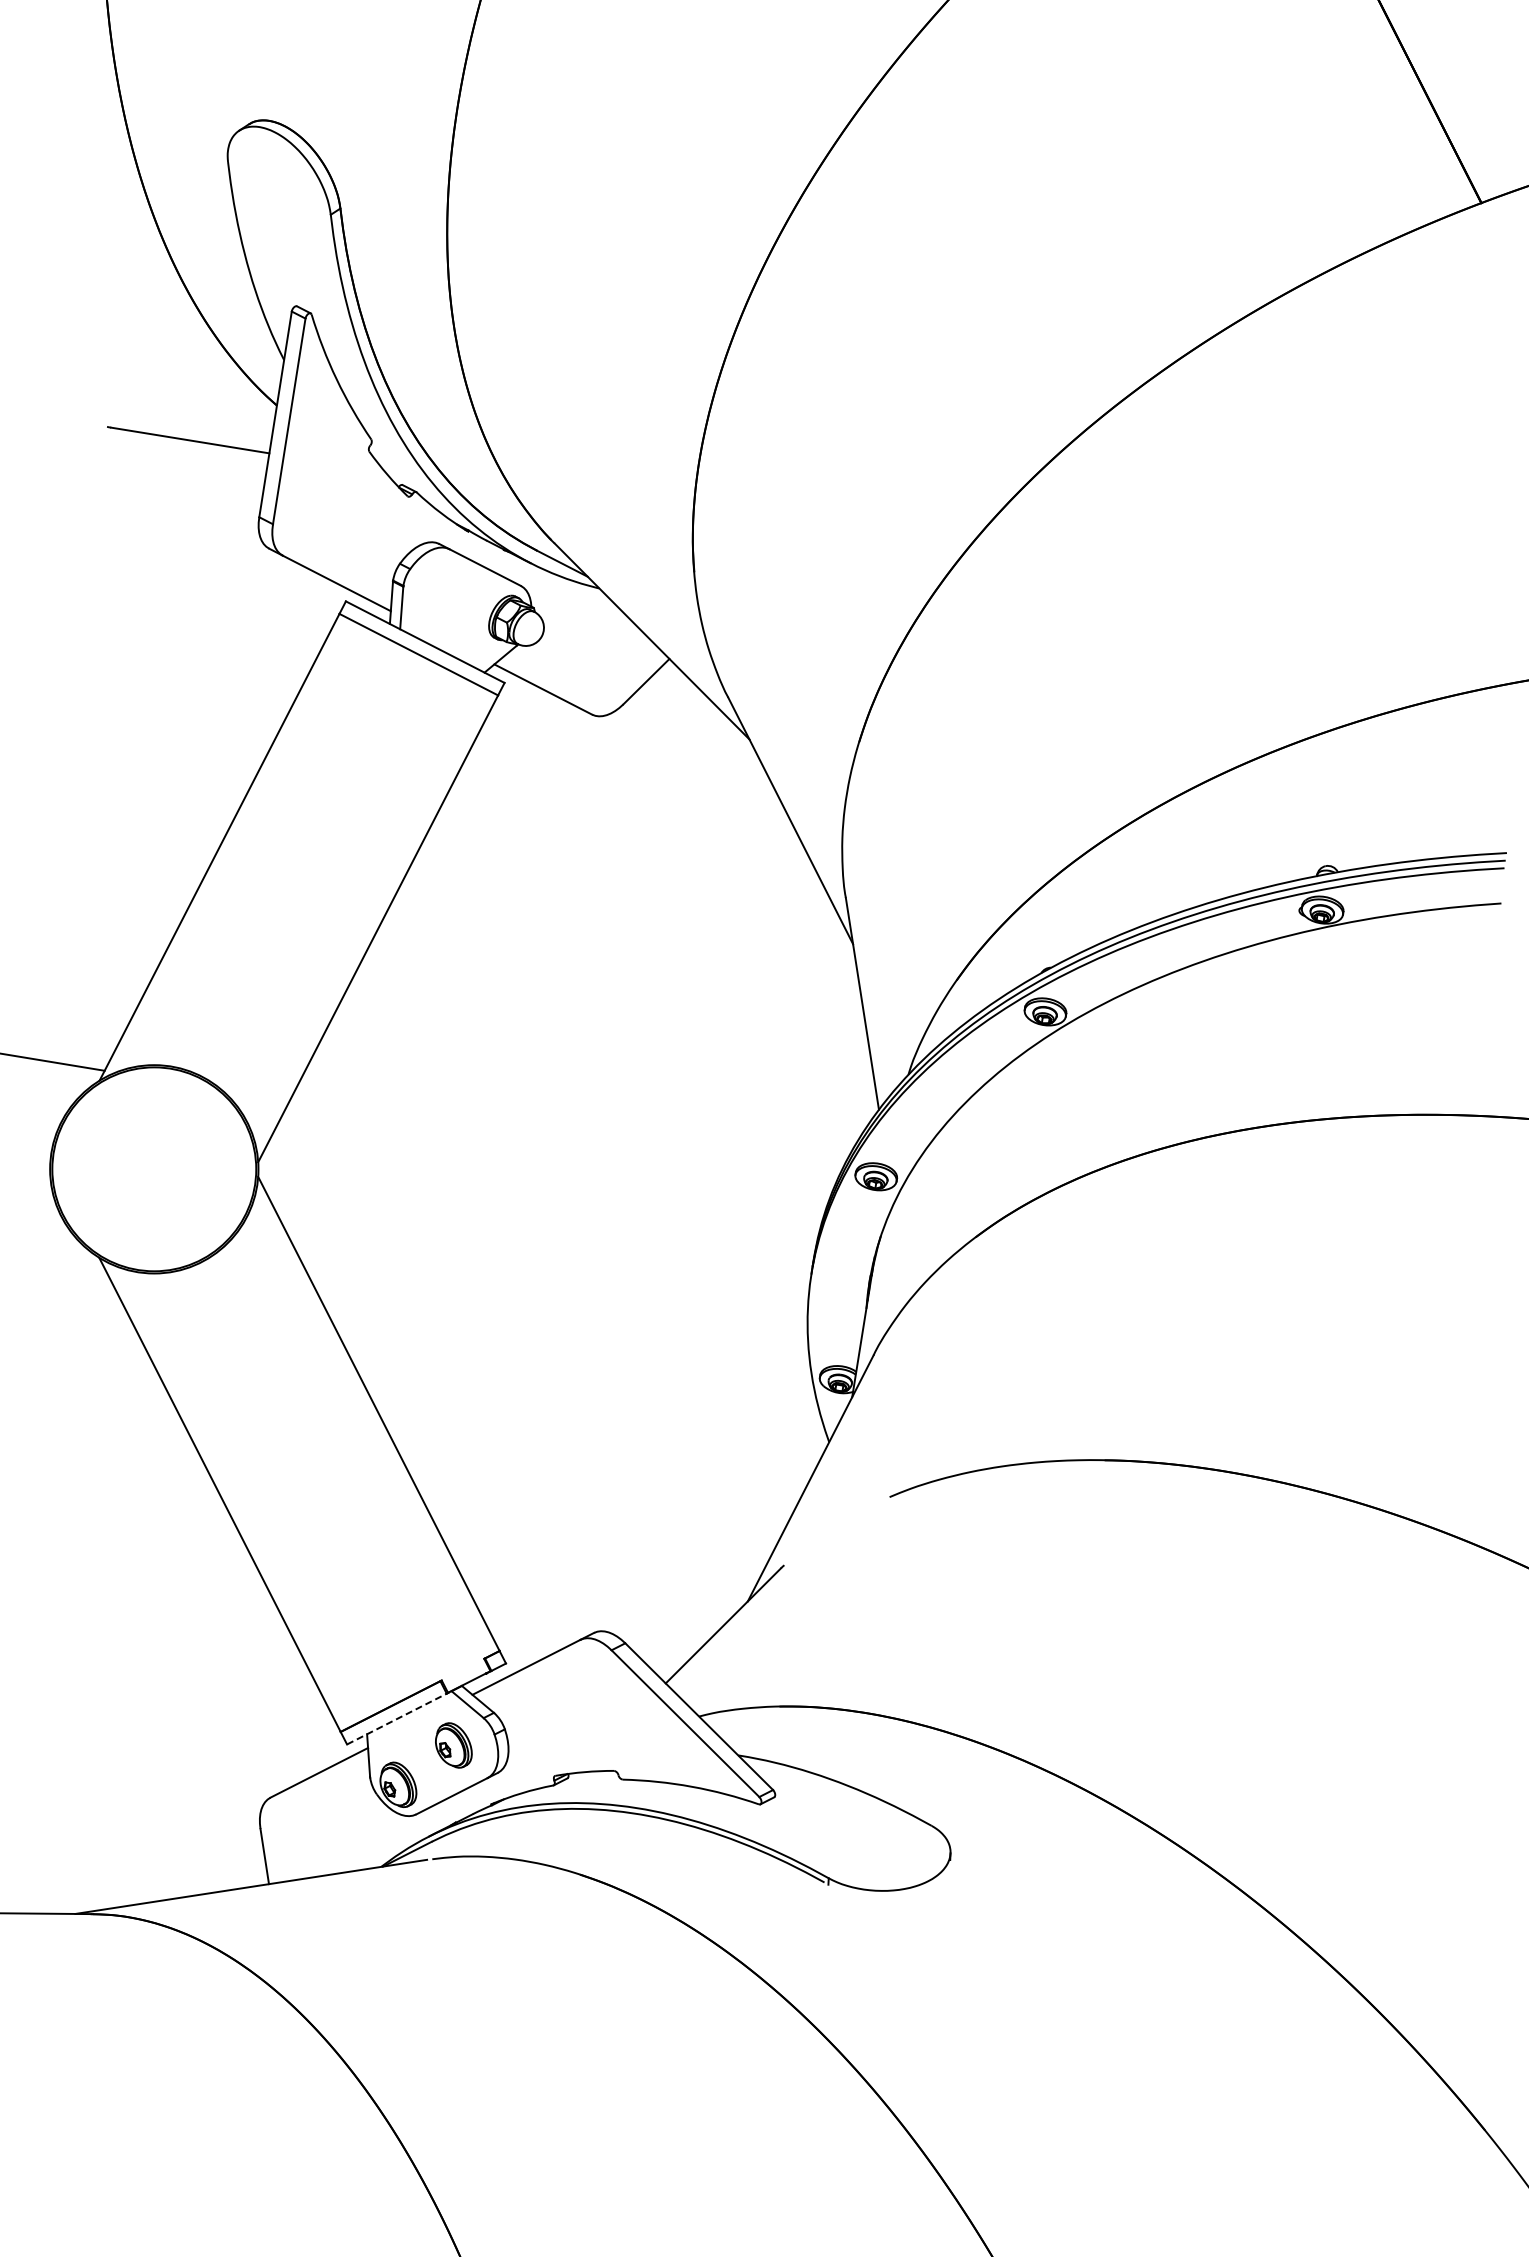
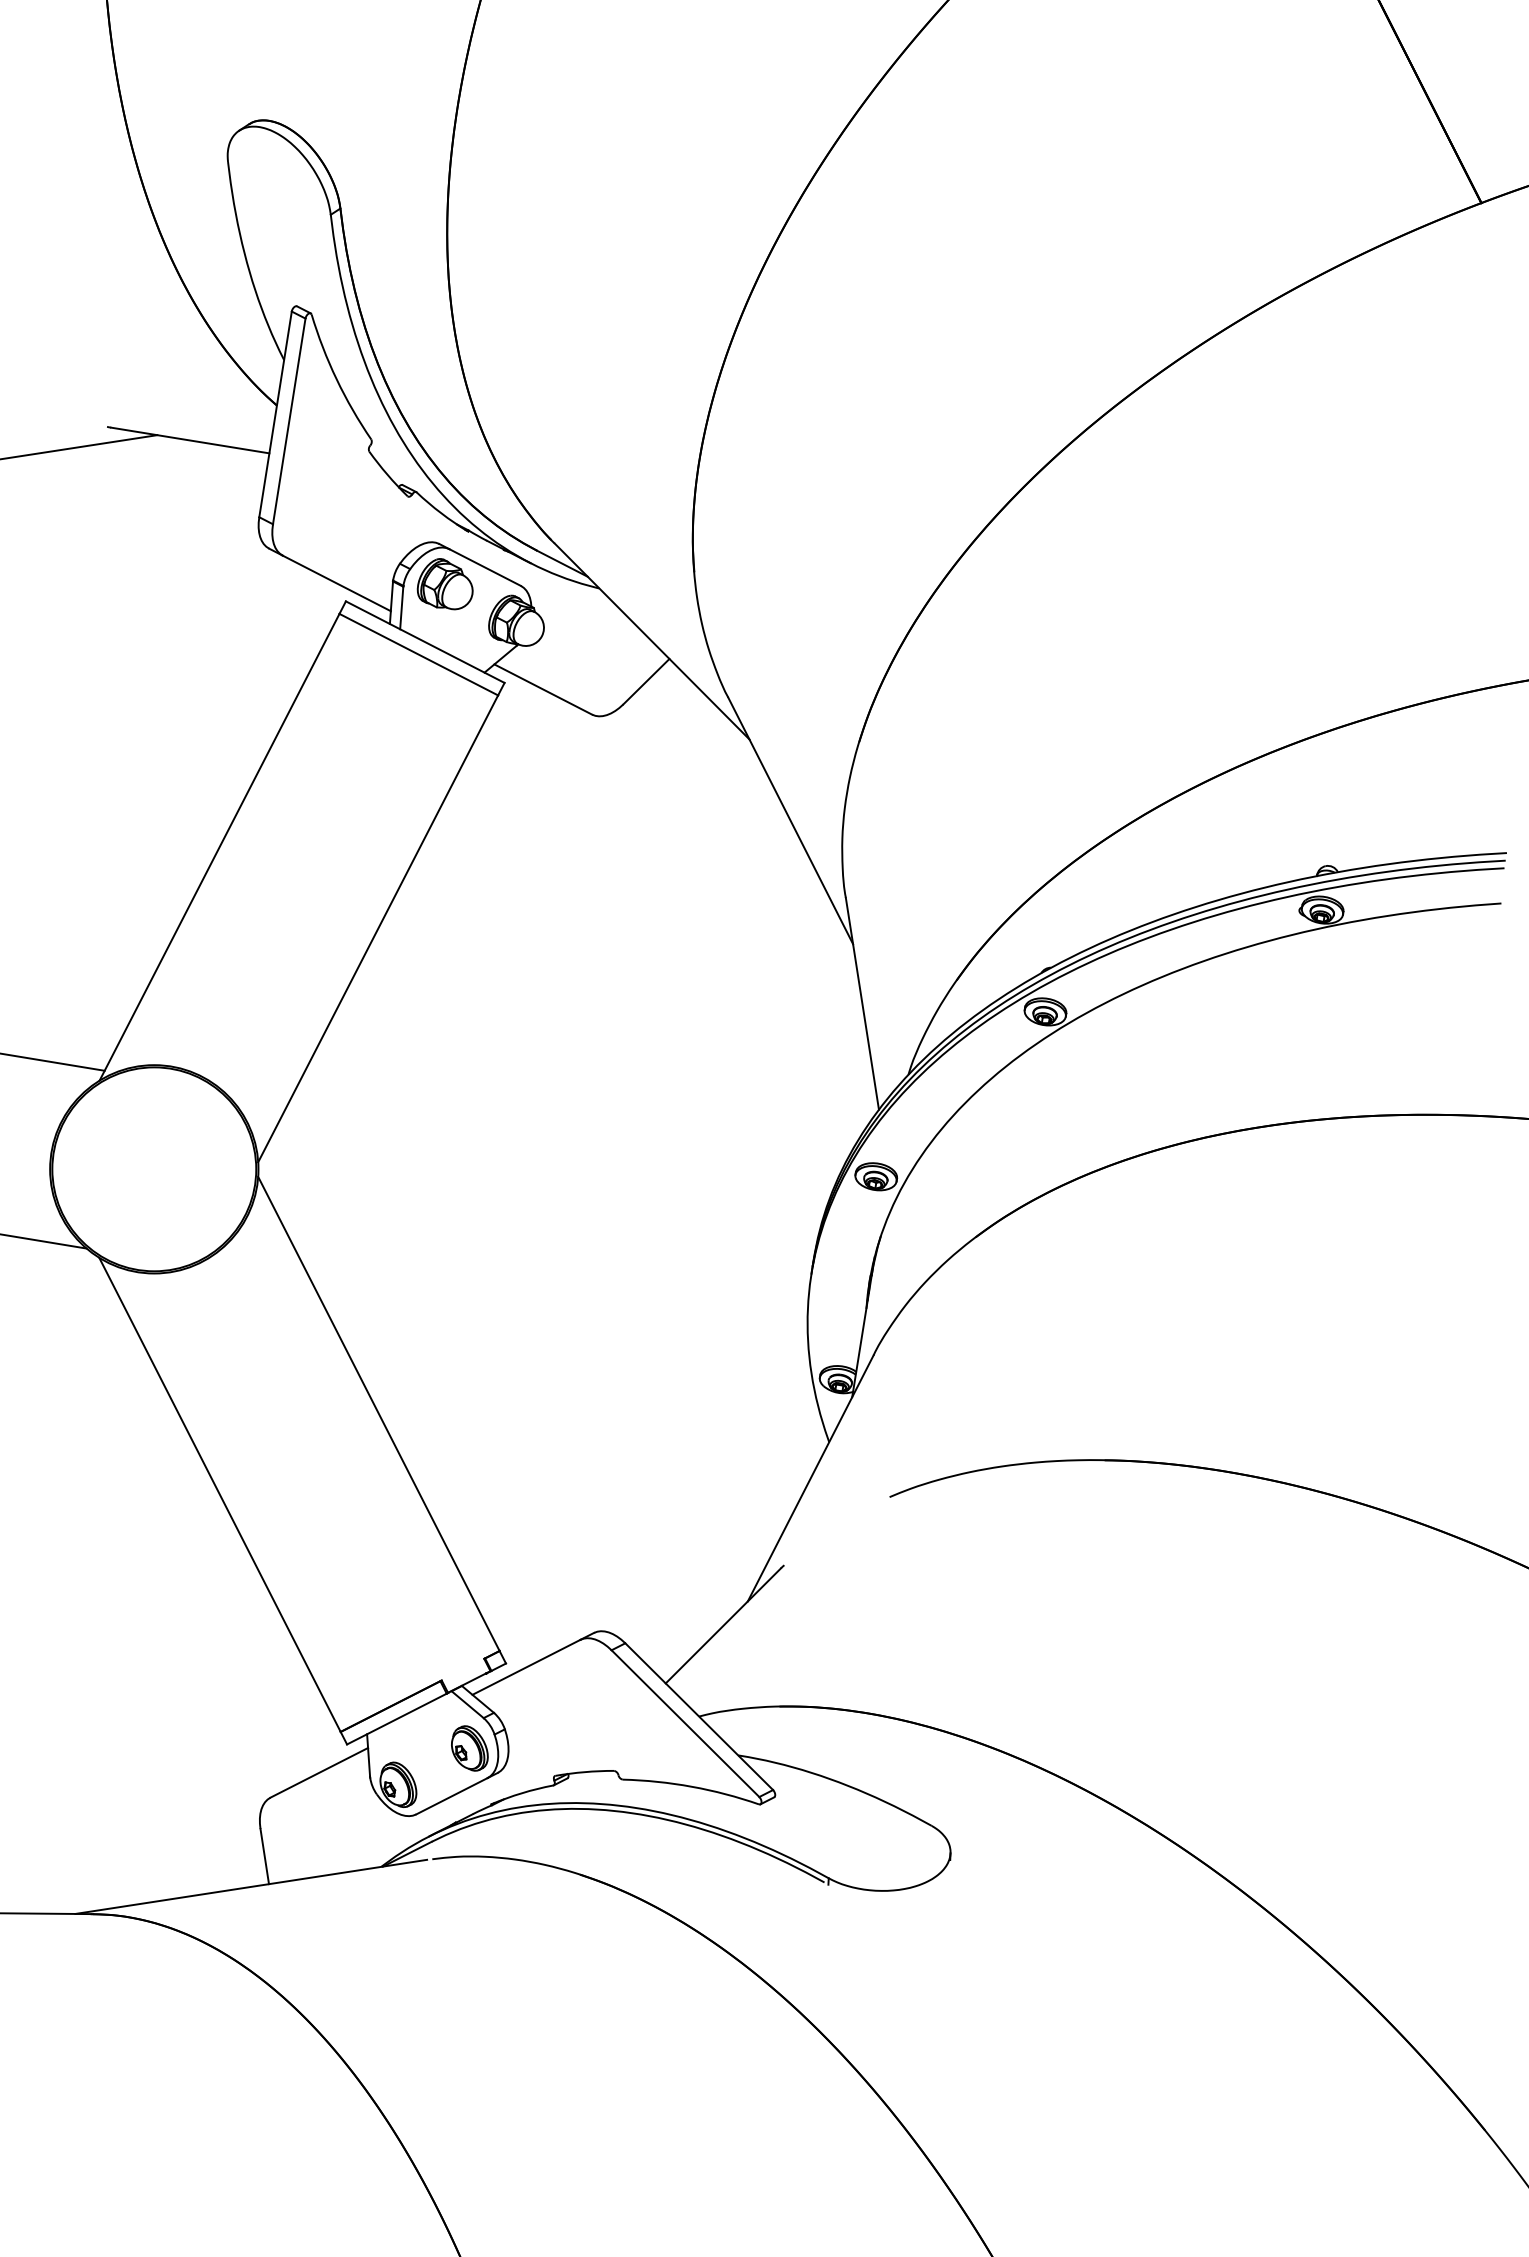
line at (79, 447): none -> present
part at (444, 584): none -> present
line at (44, 1241): none -> present
line at (396, 1719): dashed -> solid
part at (453, 1745) position: (453, 1745) -> (469, 1748)
